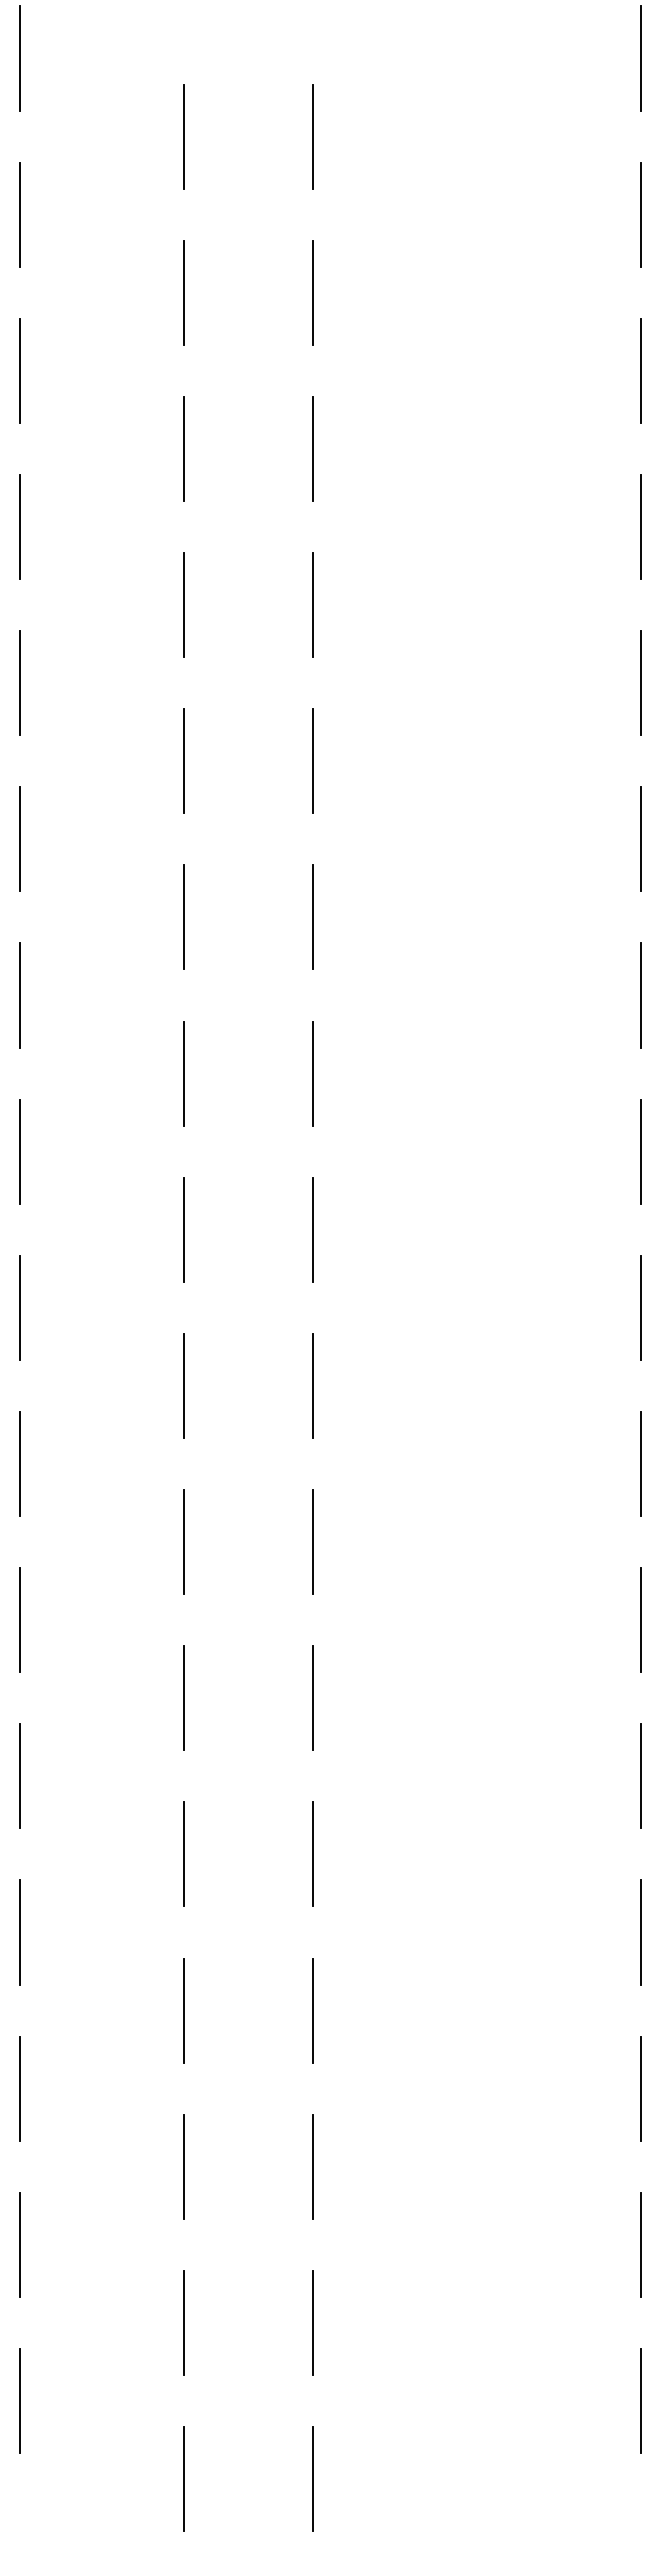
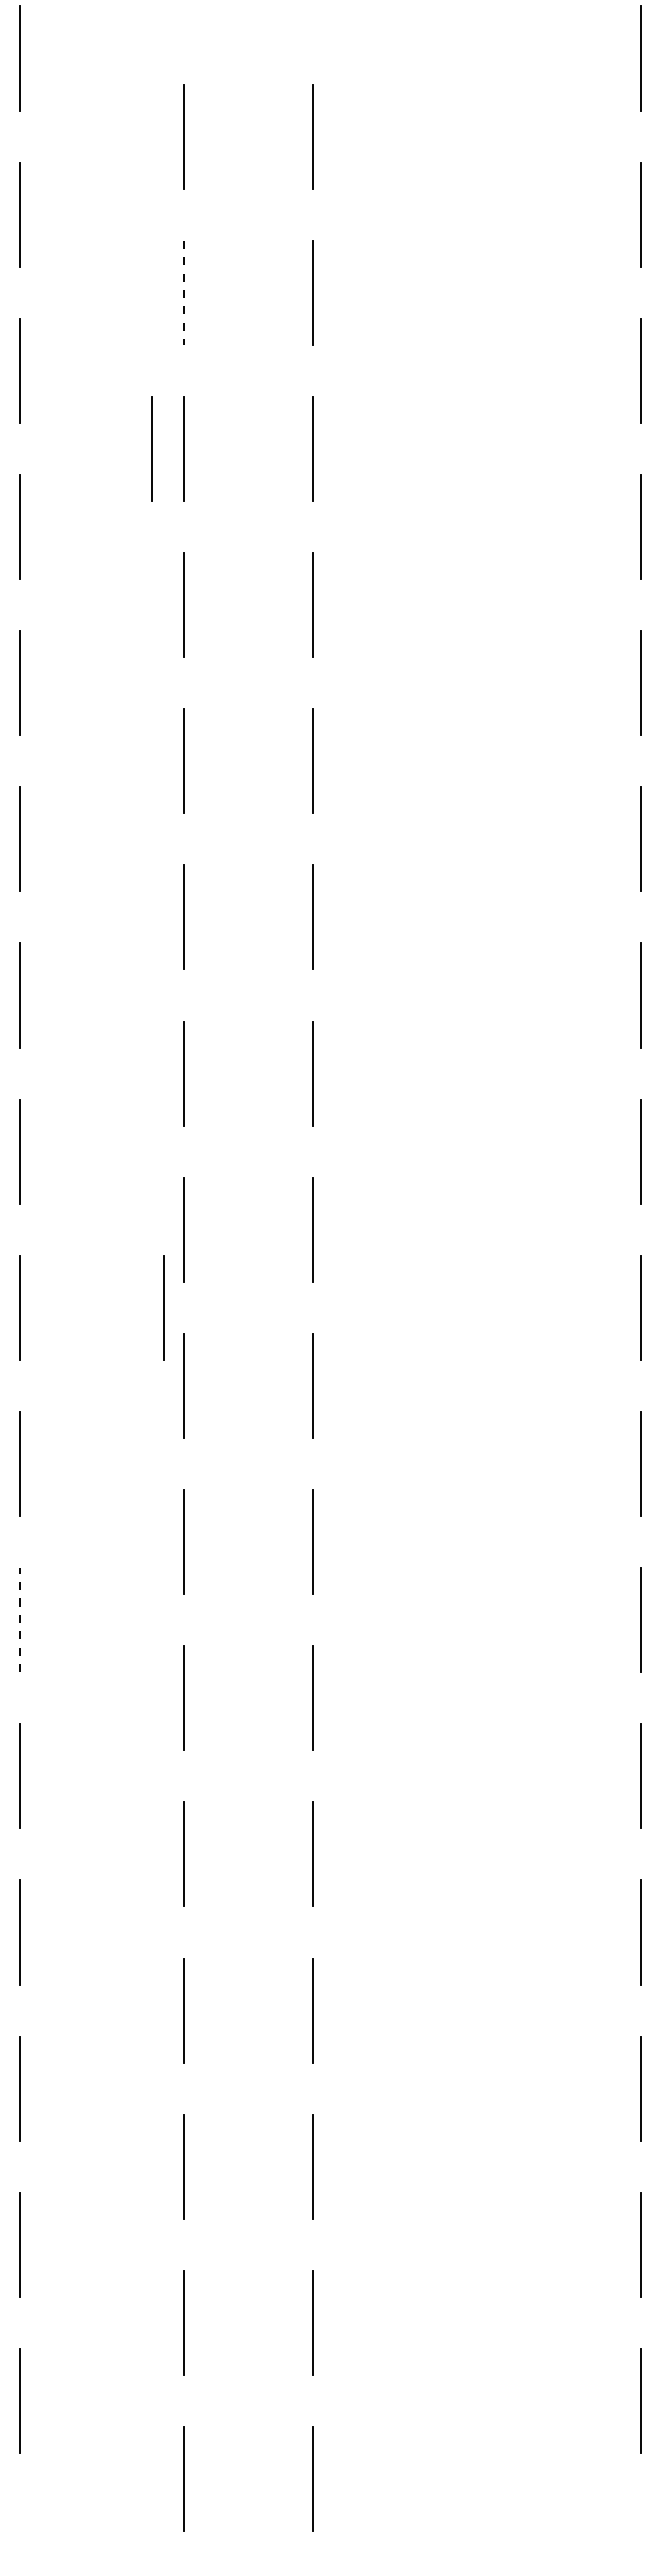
line at (183, 293): solid -> dashed
line at (151, 448): none -> present
line at (163, 1307): none -> present
line at (20, 1619): solid -> dashed
